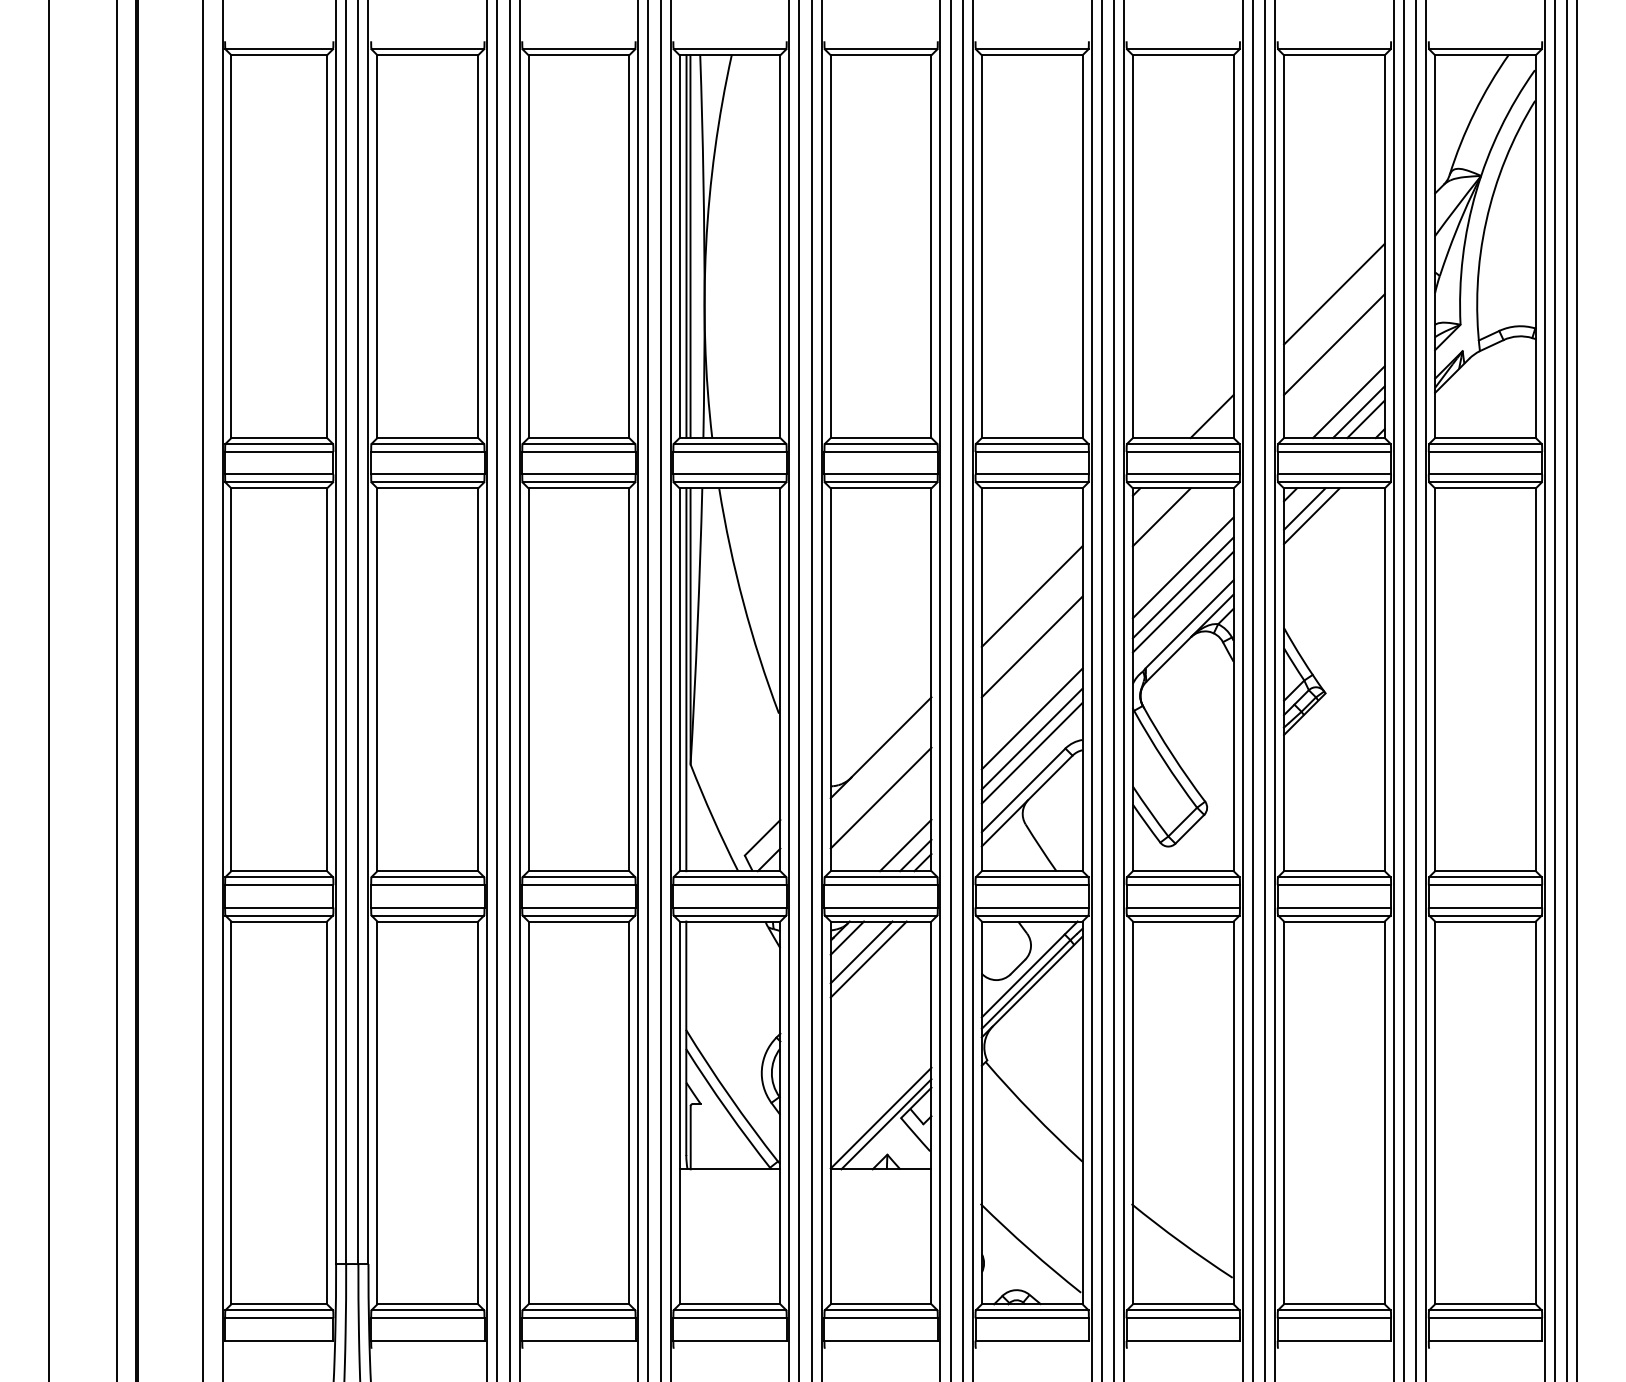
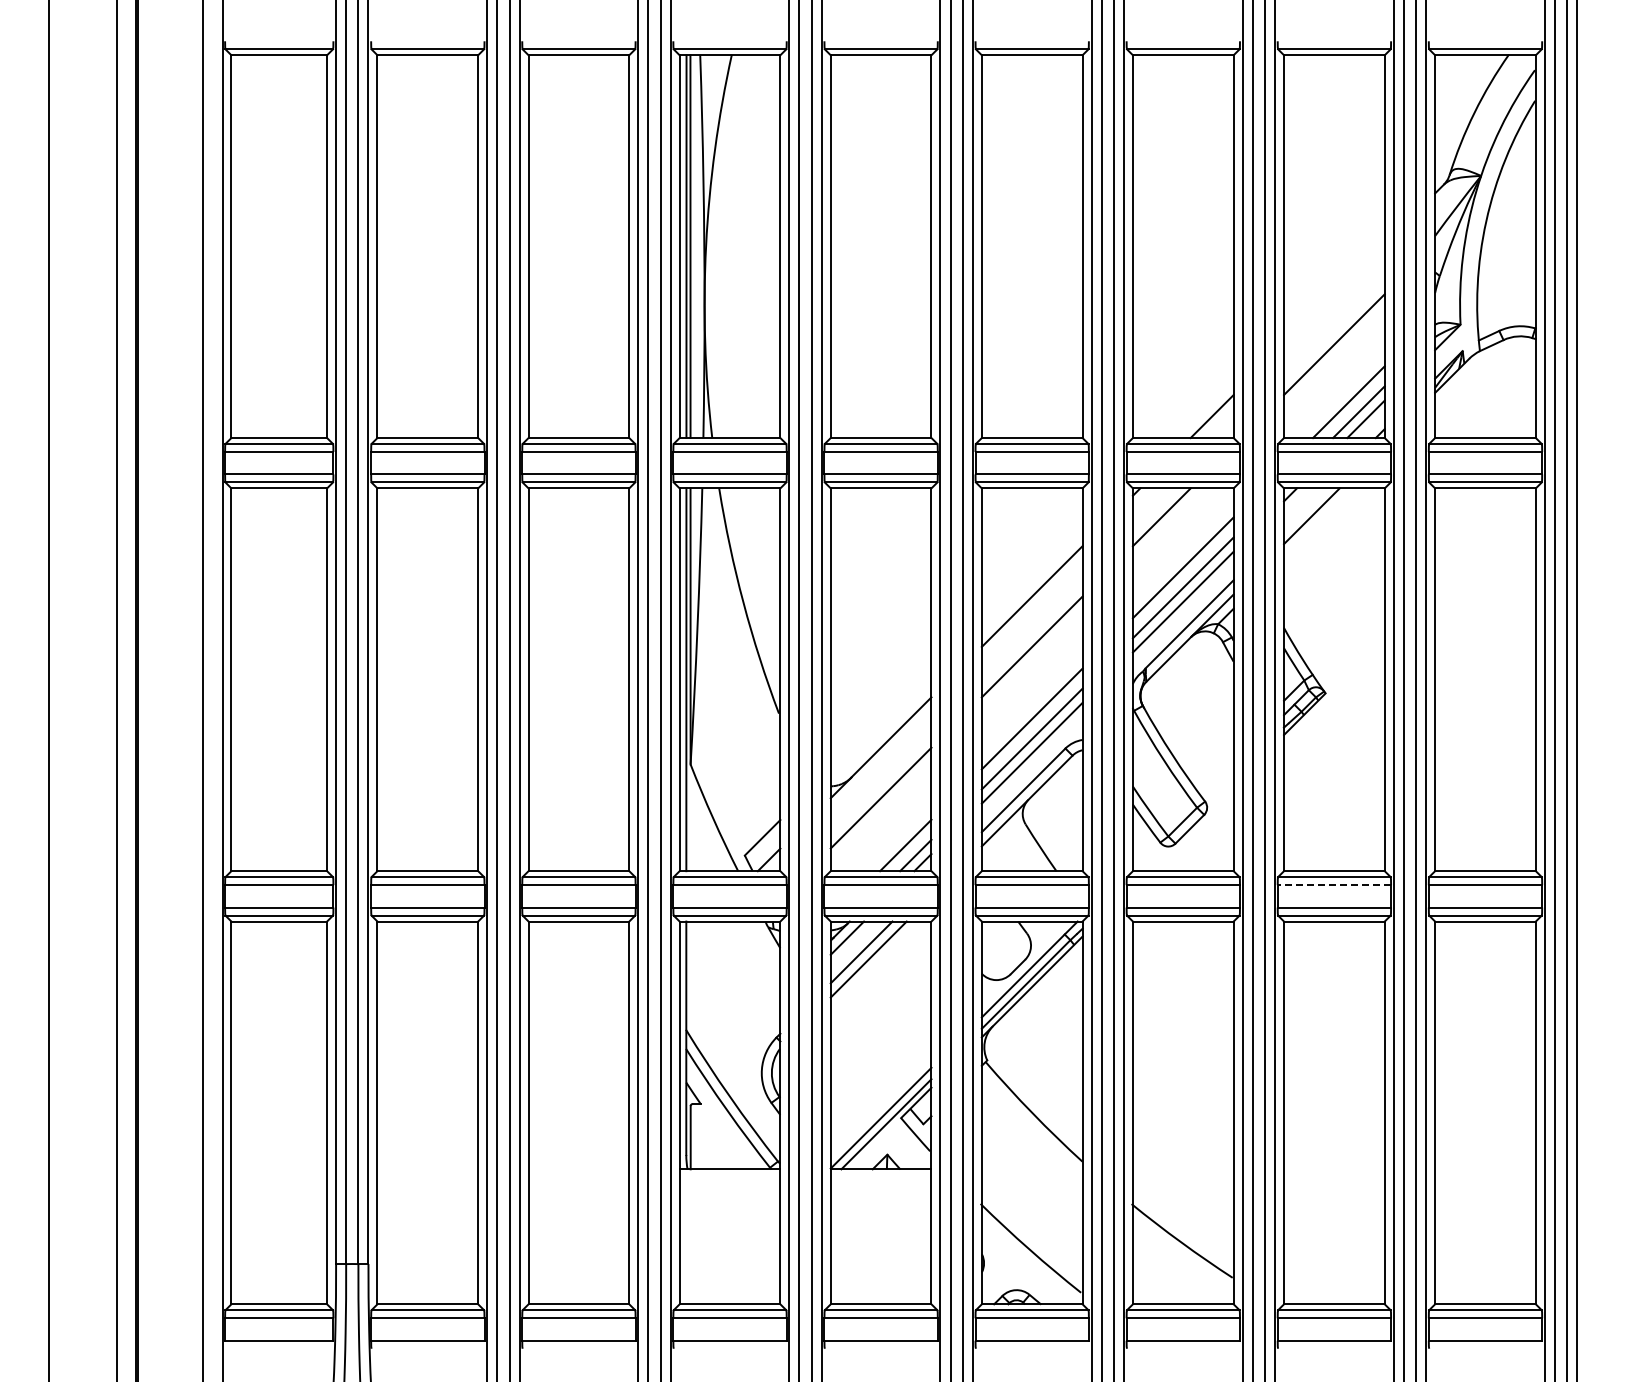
line at (1334, 293): present -> none
line at (1304, 508): present -> none
line at (1334, 885): solid -> dashed
